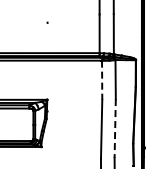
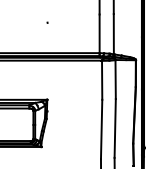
line at (102, 80): dashed -> solid
line at (115, 128): dashed -> solid
